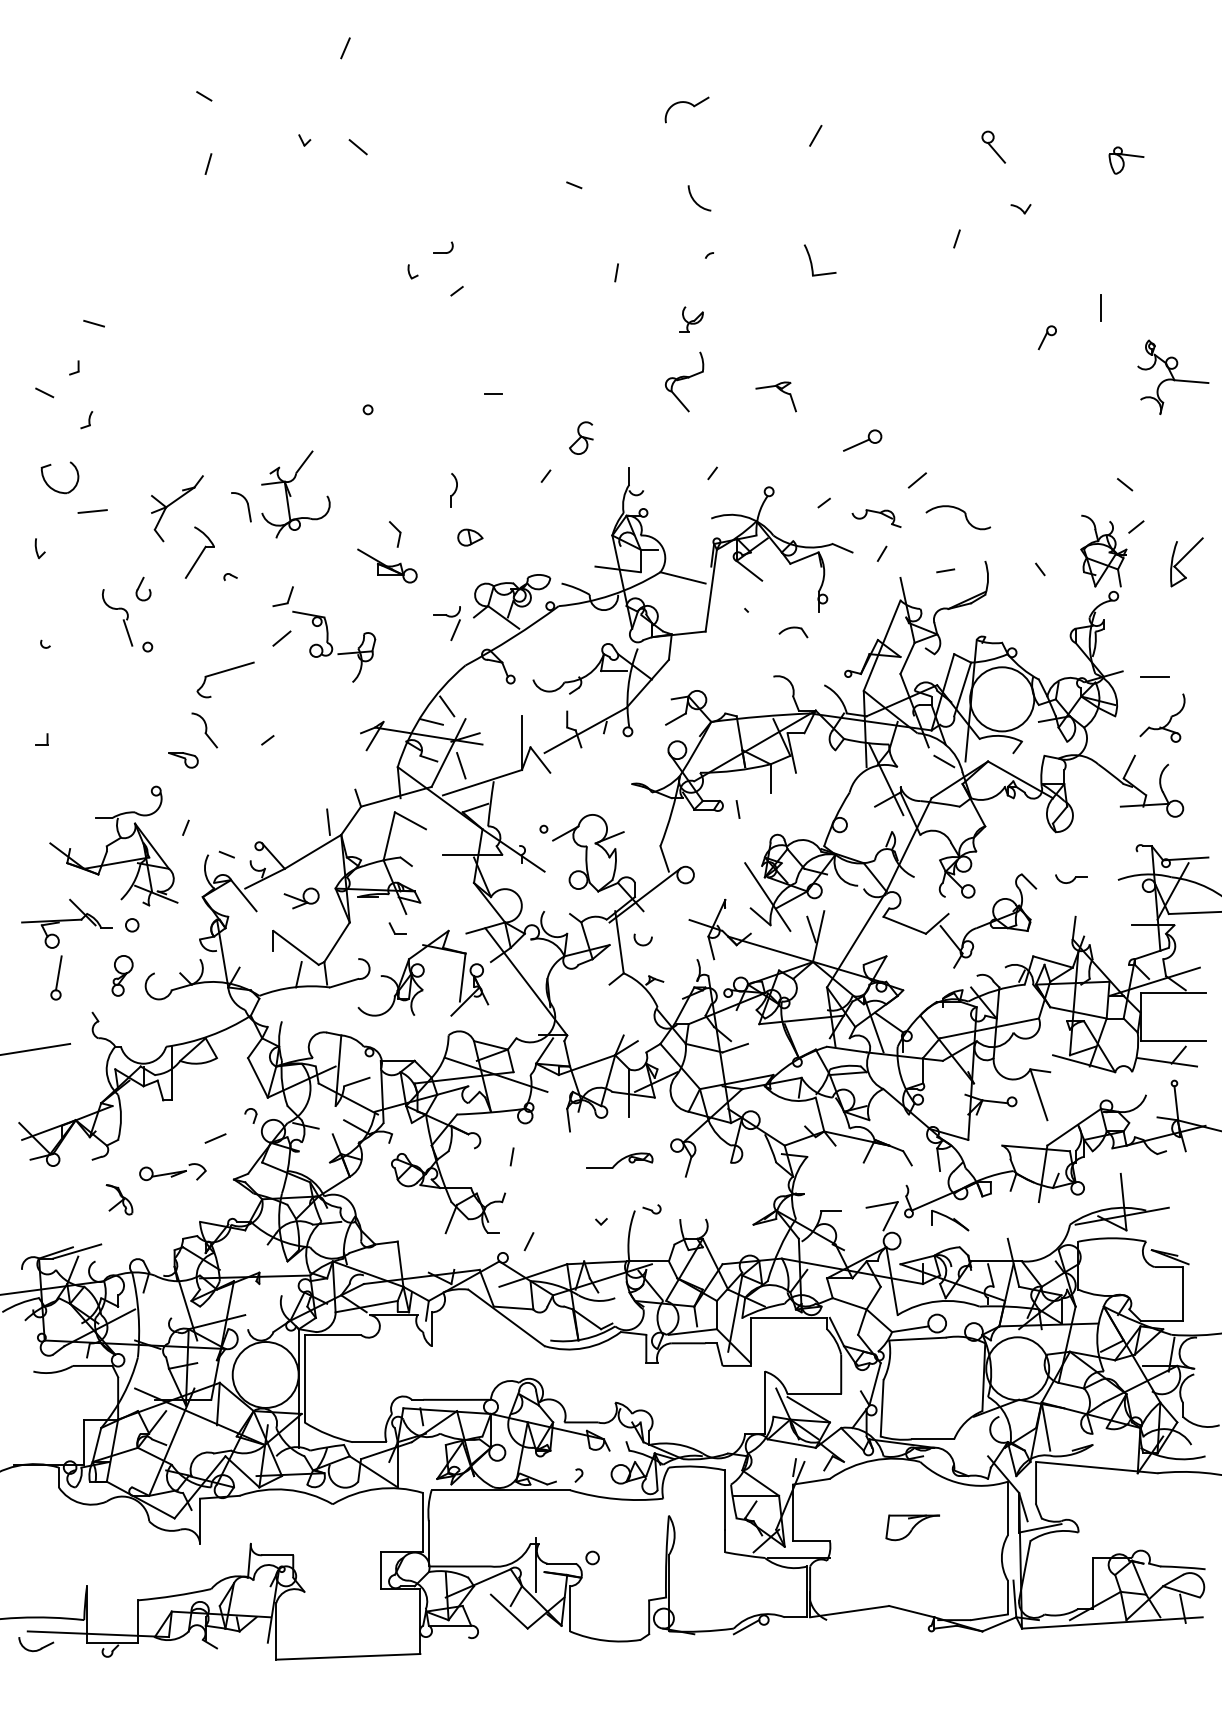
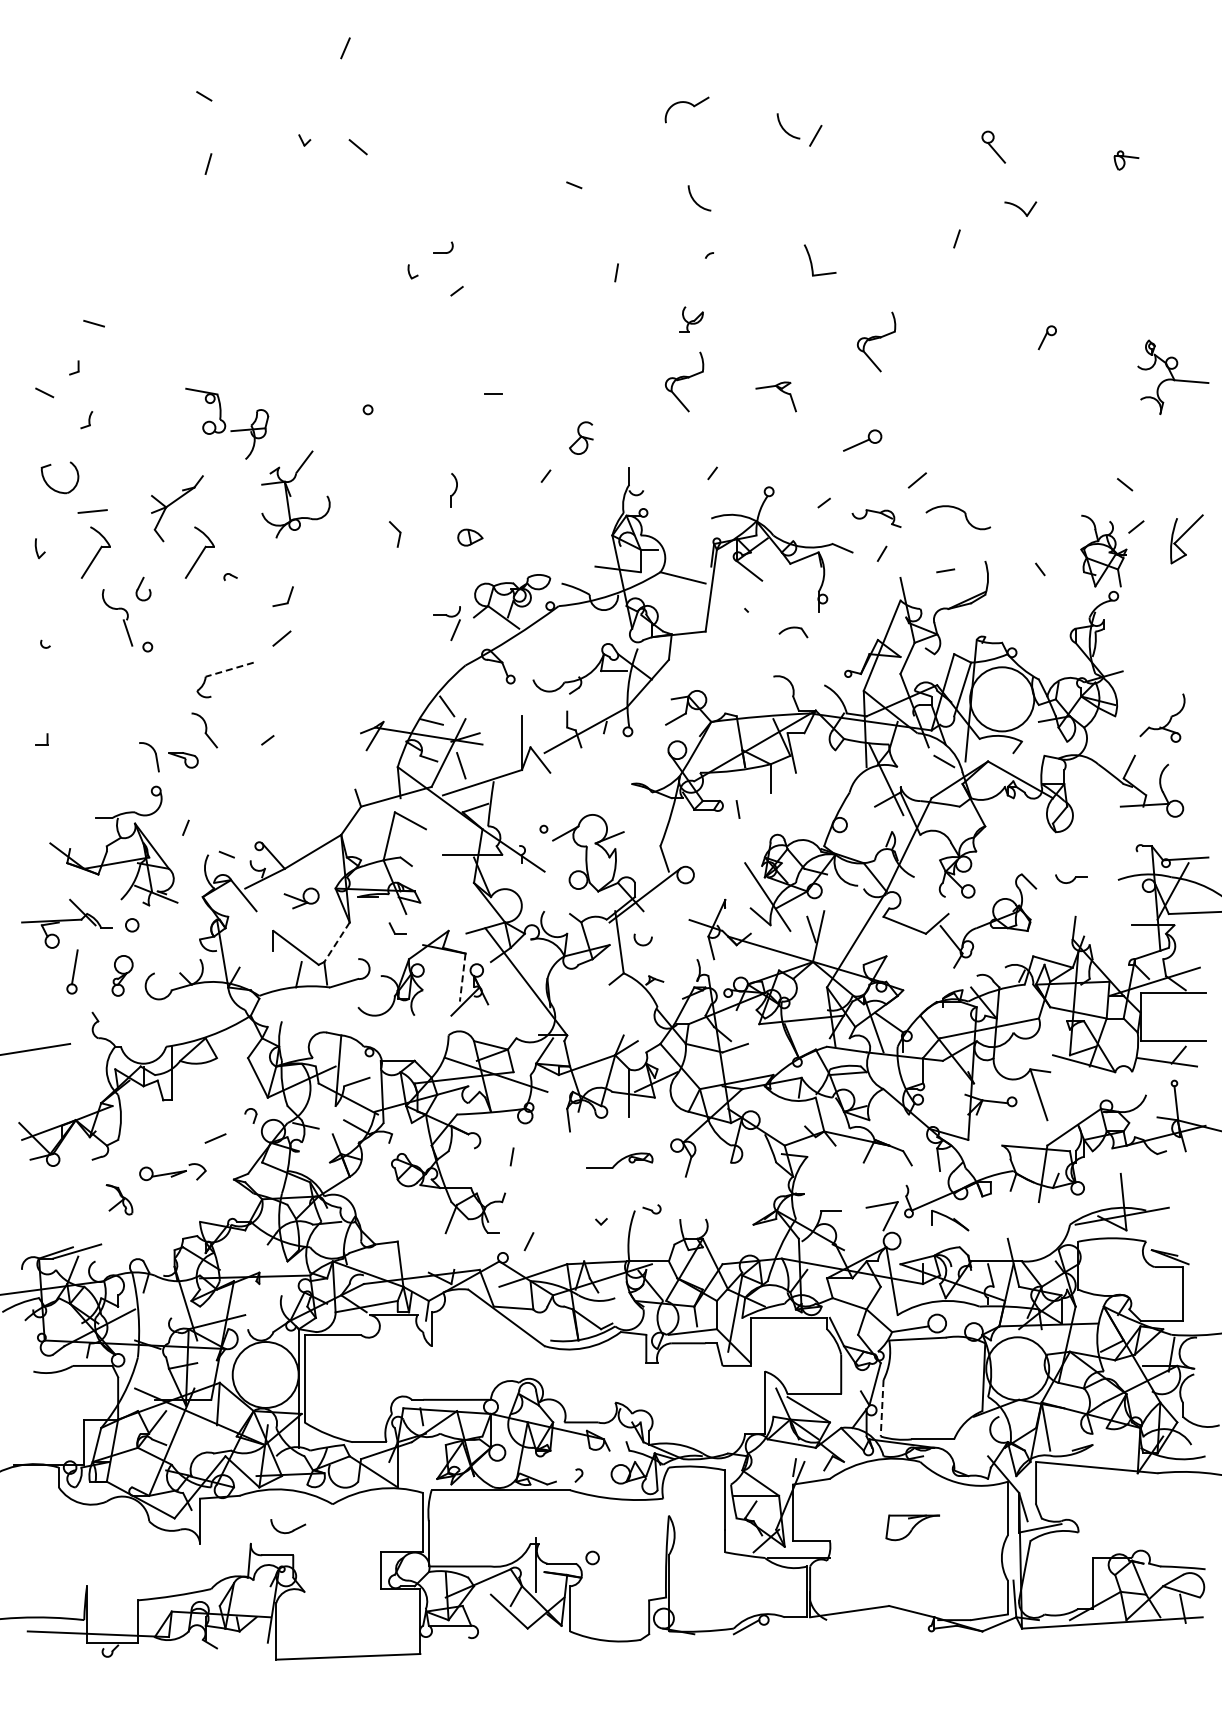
arc at (785, 129): none -> present
part at (1126, 160) size: 37x29 px -> 27x21 px
part at (1020, 209) size: 22x11 px -> 34x16 px
line at (1101, 307): present -> none
part at (876, 341): none -> present
part at (241, 507) position: (241, 507) -> (149, 757)
part at (95, 552): none -> present
part at (1186, 562) position: (1186, 562) -> (1186, 539)
part at (387, 565): present -> none
part at (334, 646) position: (334, 646) -> (227, 423)
line at (229, 669): solid -> dashed
line at (1154, 676): present -> none
line at (328, 821): present -> none
line at (337, 942): solid -> dashed
part at (56, 977) position: (56, 977) -> (72, 971)
line at (462, 978): solid -> dashed
line at (882, 1408): solid -> dashed
part at (36, 1644) position: (36, 1644) -> (288, 1526)
